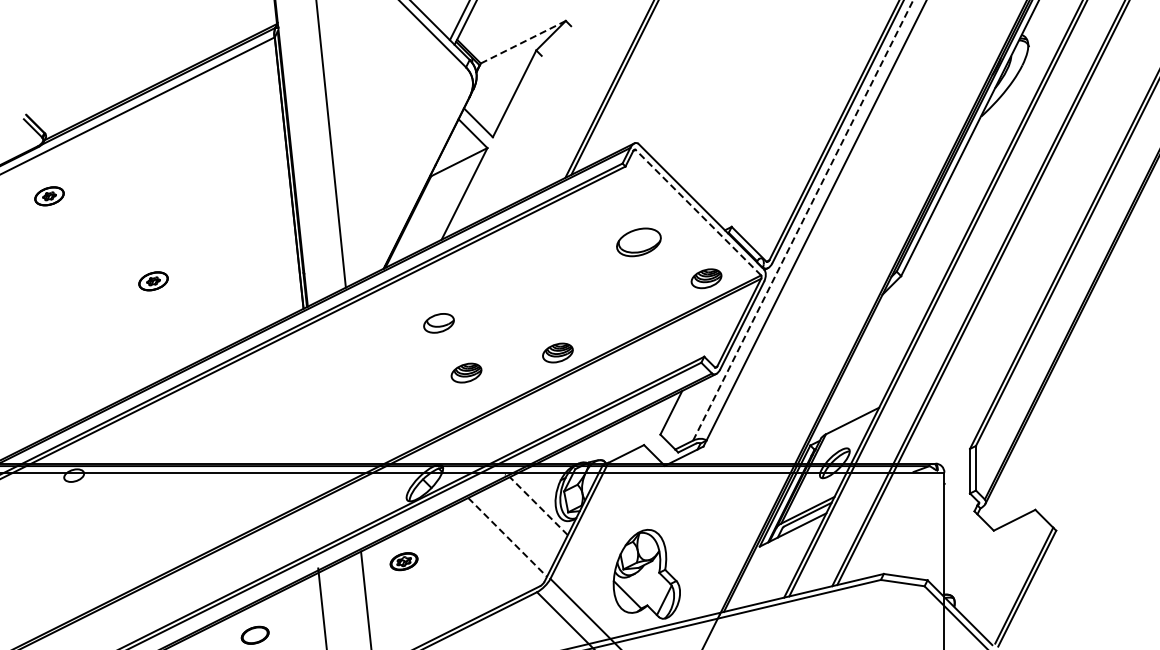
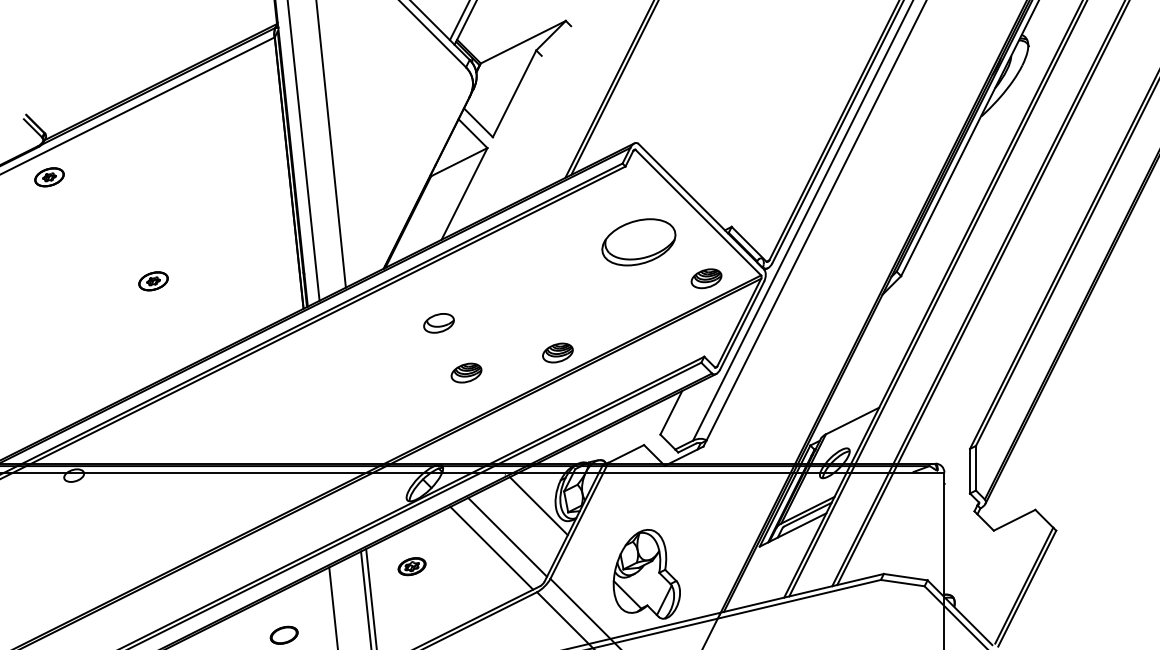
line at (523, 42): dashed -> solid
line at (303, 151): none -> present
part at (49, 196) position: (49, 196) -> (49, 177)
line at (698, 212): dashed -> solid
line at (803, 220): dashed -> solid
part at (638, 242) size: 46x31 px -> 76x49 px
line at (538, 506): dashed -> solid
line at (507, 537): dashed -> solid
line at (491, 547): none -> present
part at (403, 561) position: (403, 561) -> (411, 566)
line at (371, 597): none -> present
line at (322, 607) position: (322, 607) -> (333, 606)
part at (254, 634) position: (254, 634) -> (283, 634)
